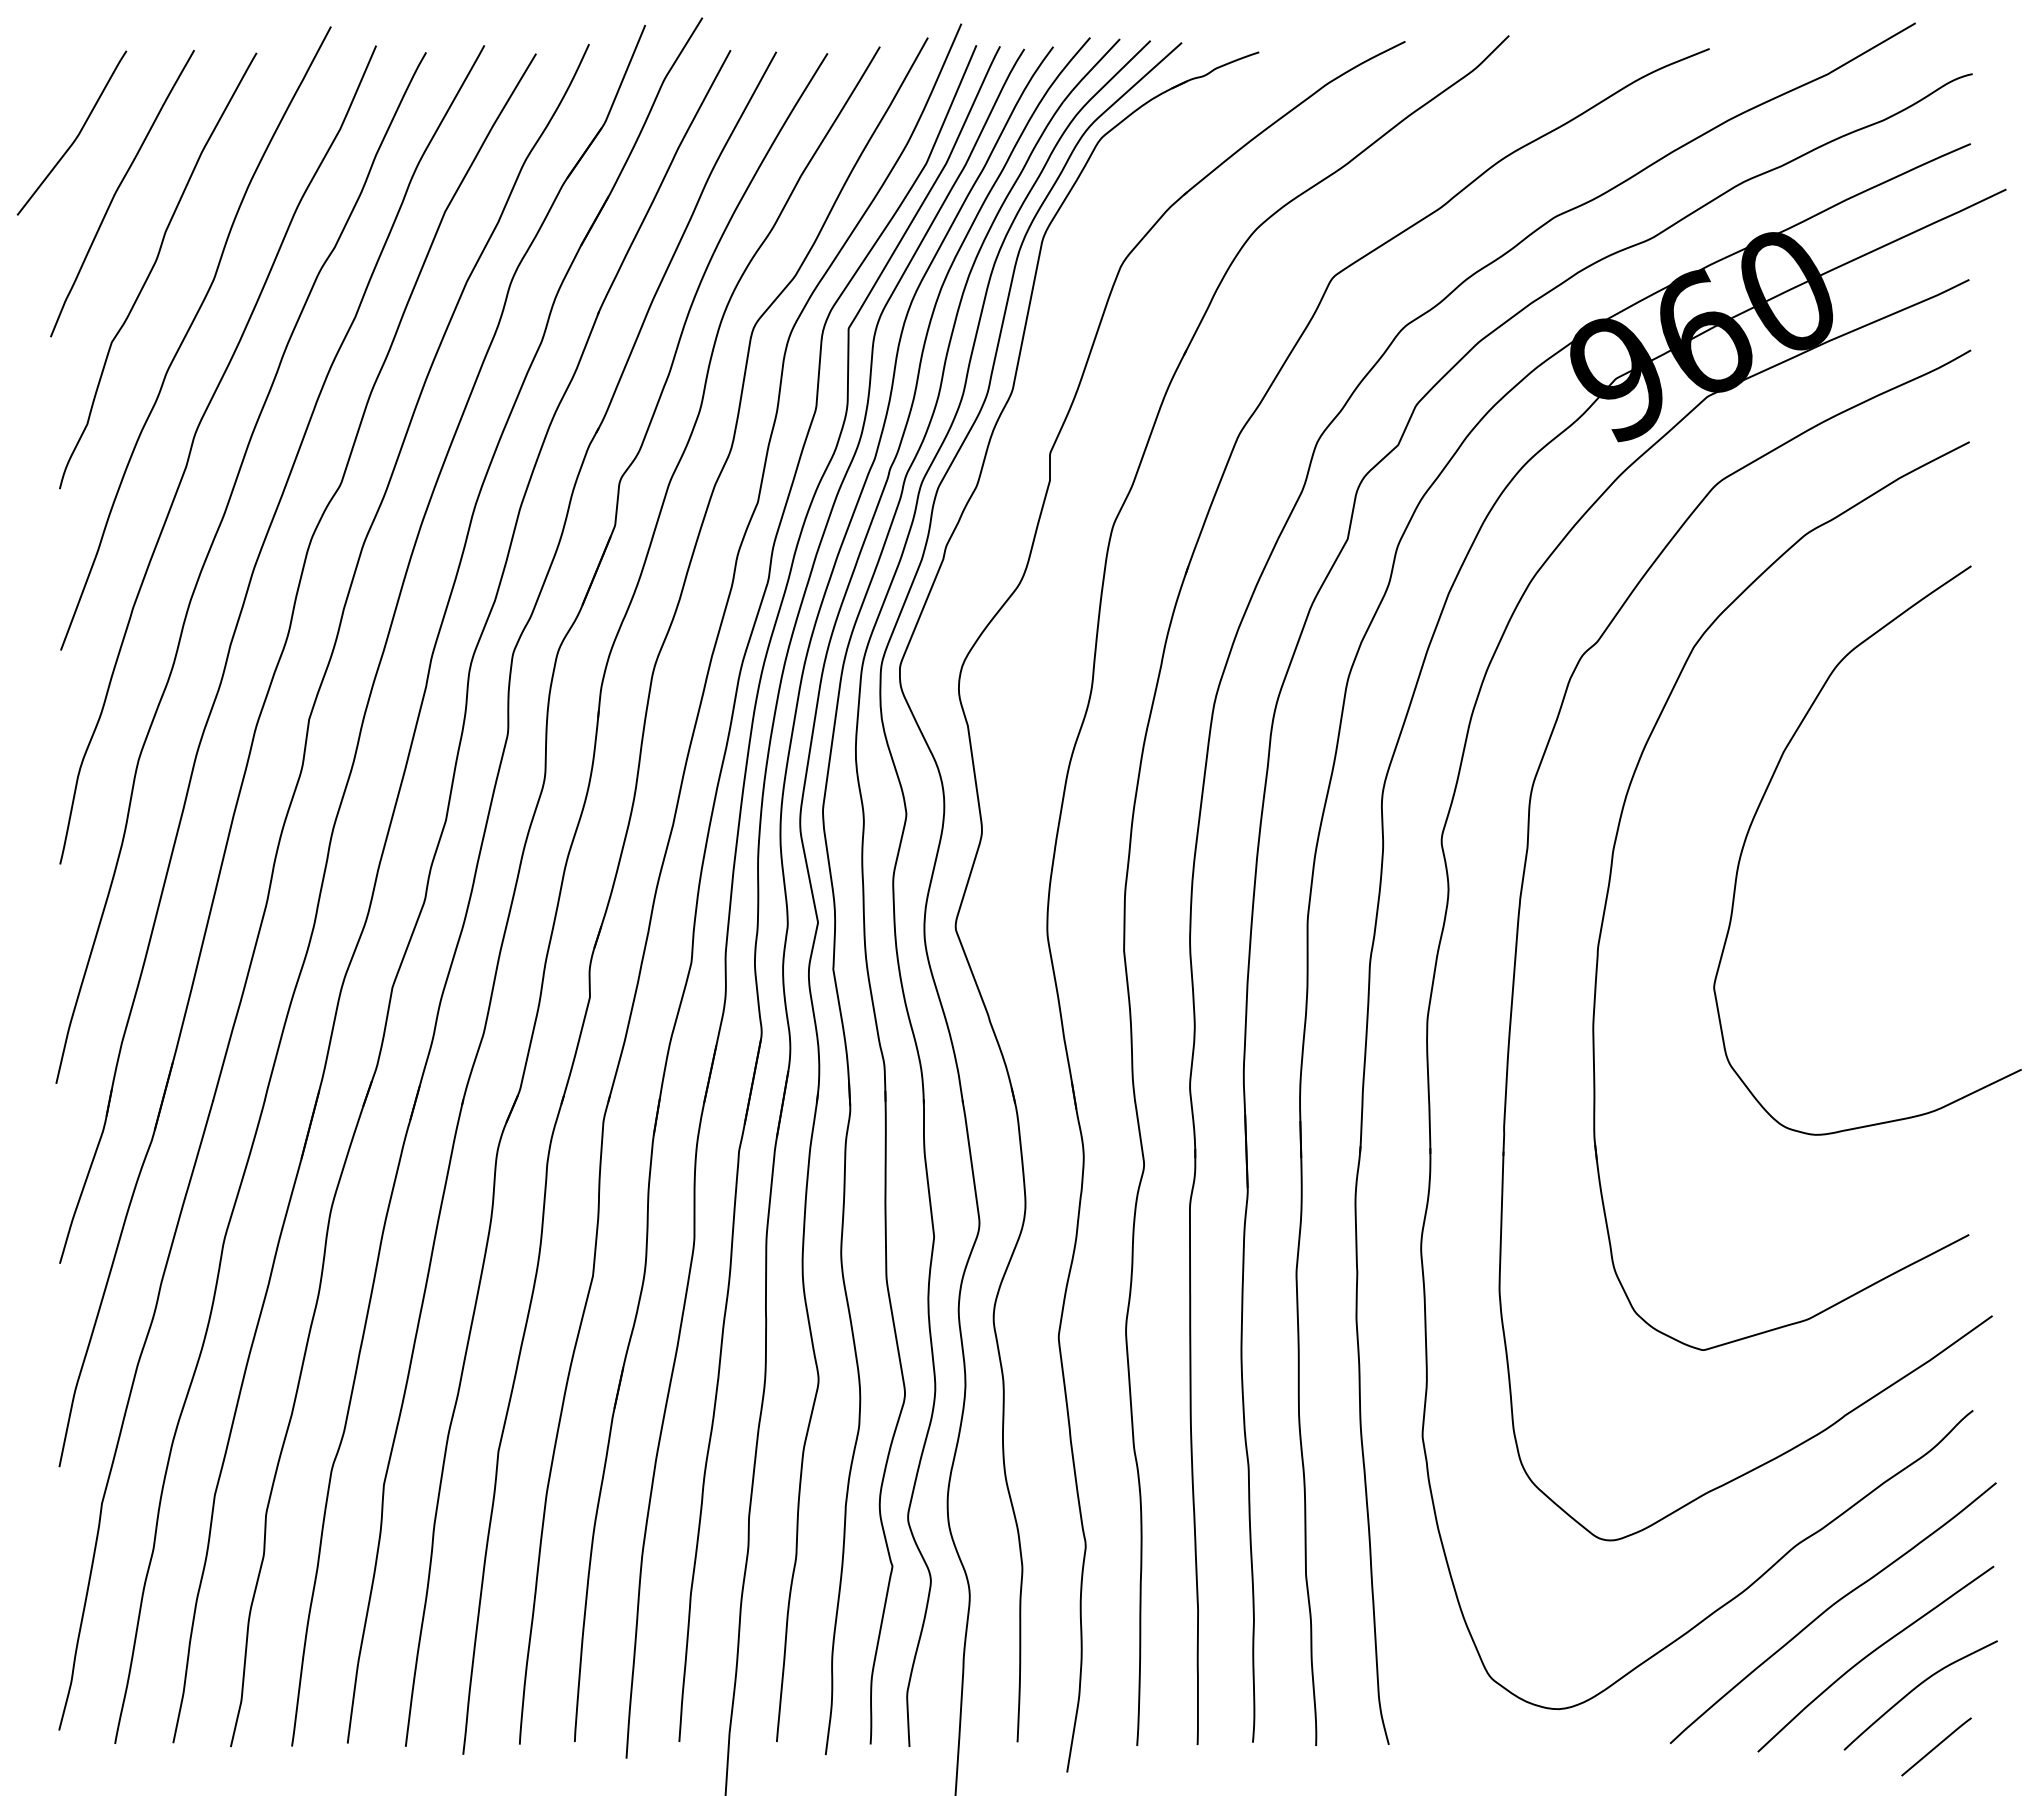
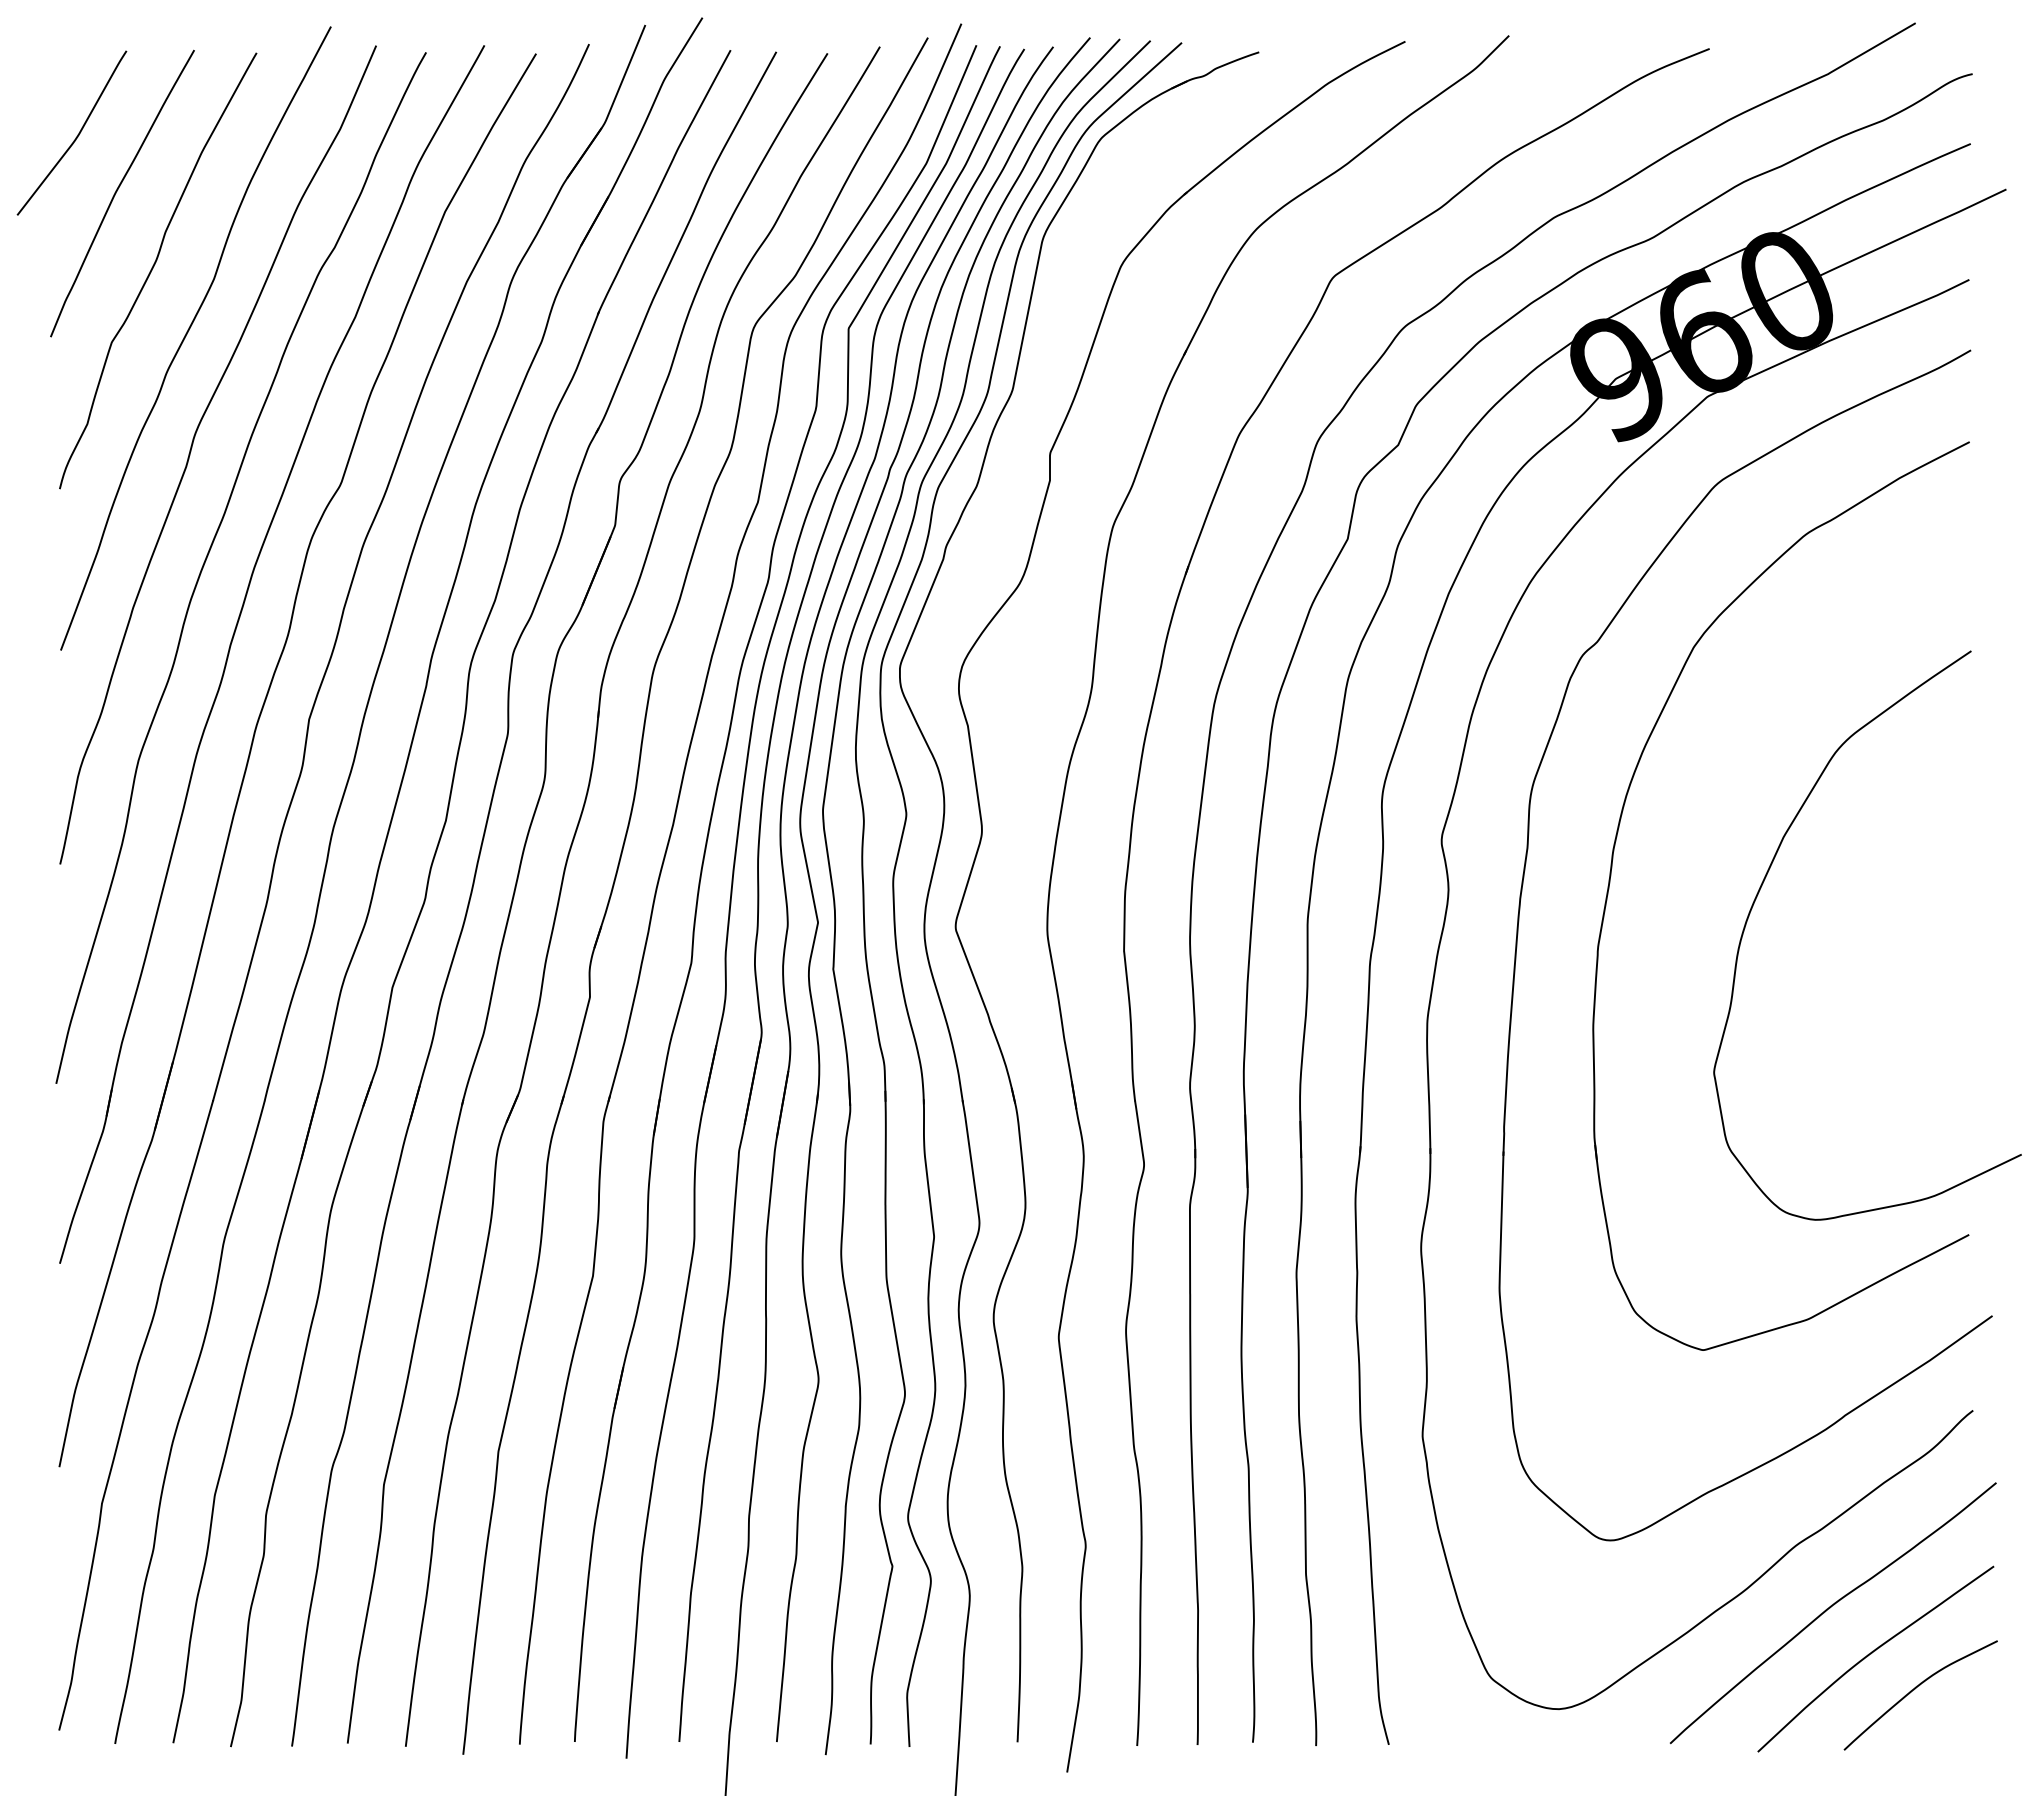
curve at (1761, 803) position: (1761, 803) -> (1761, 888)
line at (1936, 1746): present -> none
